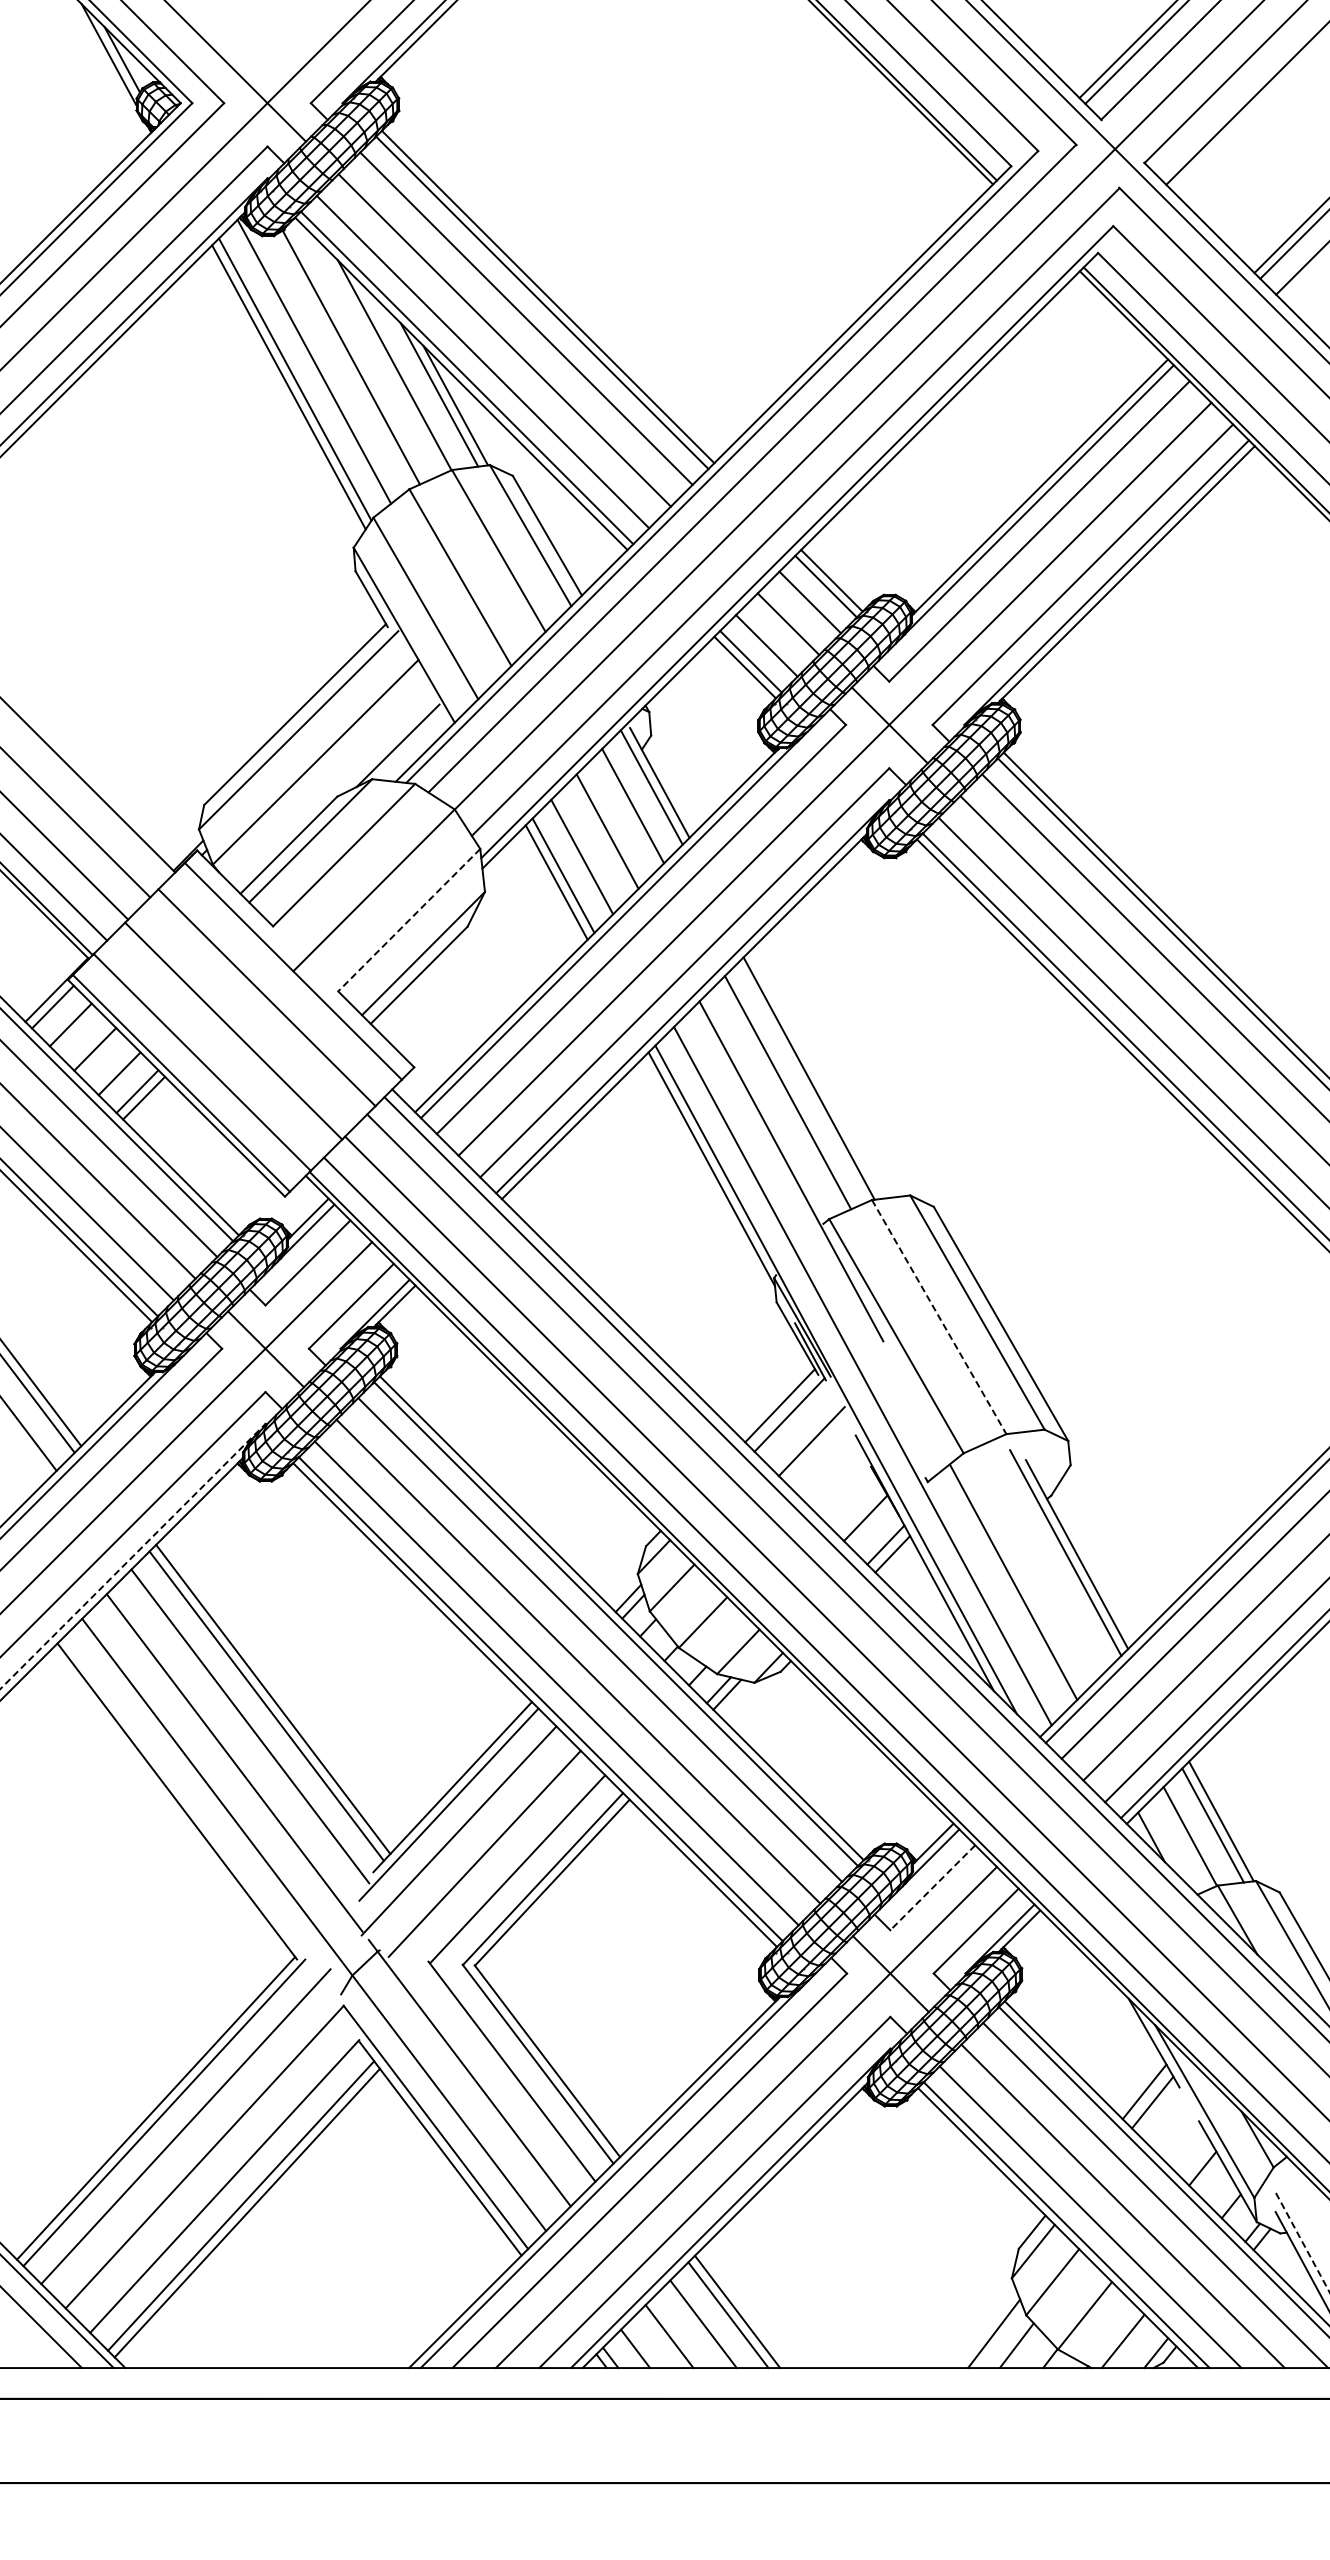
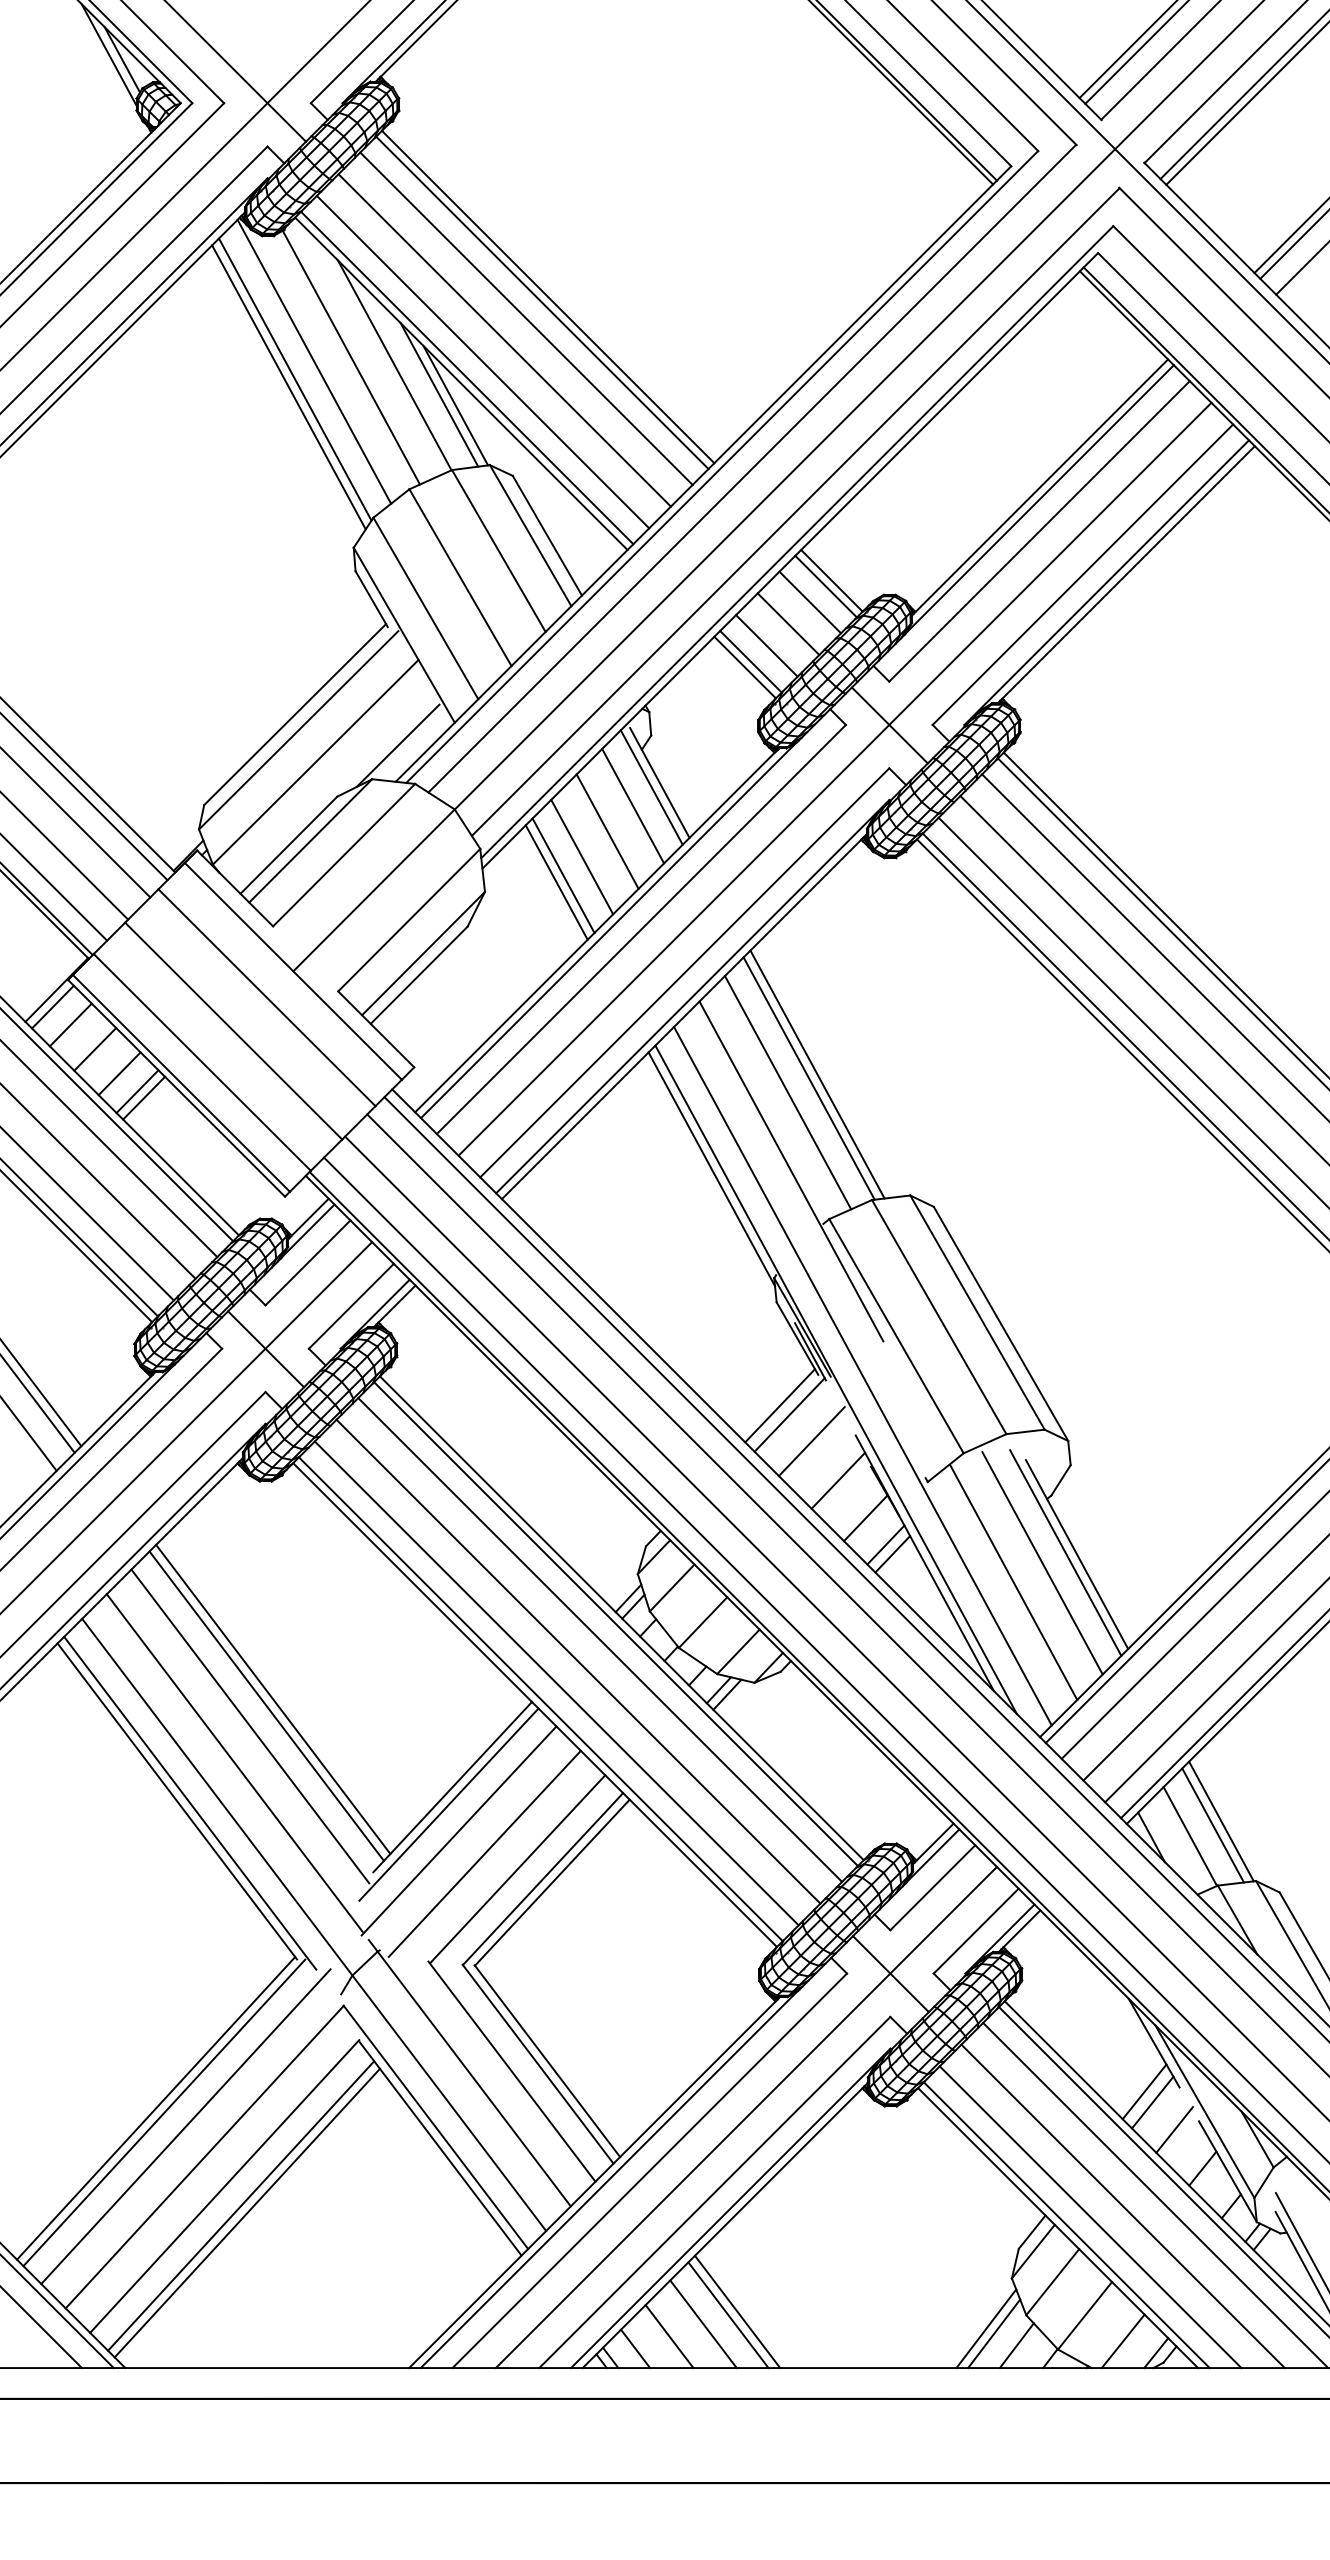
line at (1243, 95): none -> present
line at (84, 797): none -> present
line at (409, 920): dashed -> solid
line at (817, 1074): none -> present
line at (939, 1317): dashed -> solid
line at (838, 1480): none -> present
line at (133, 1556): dashed -> solid
line at (1042, 1563): none -> present
line at (190, 1802): none -> present
line at (932, 1888): dashed -> solid
line at (1174, 2129): none -> present
line at (1302, 2243): dashed -> solid
line at (986, 2328): none -> present
